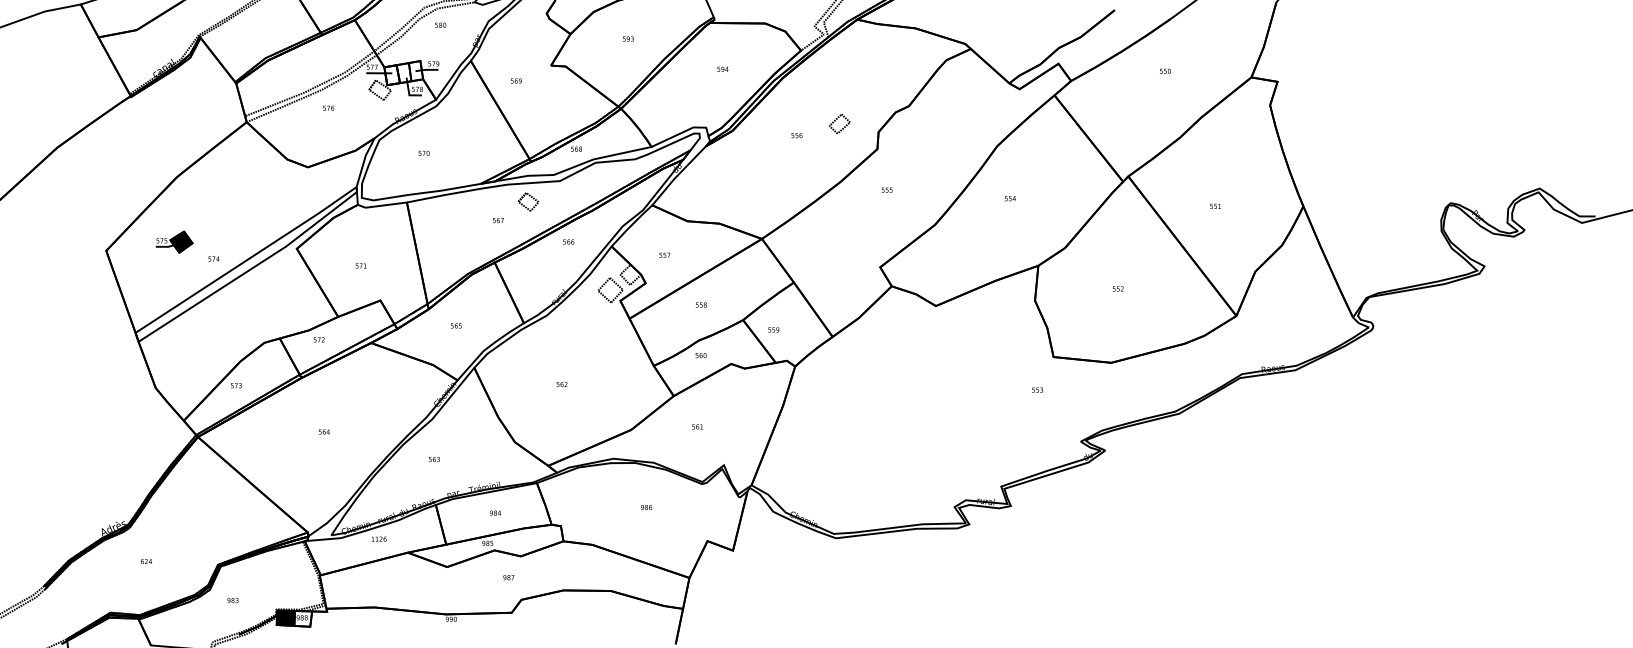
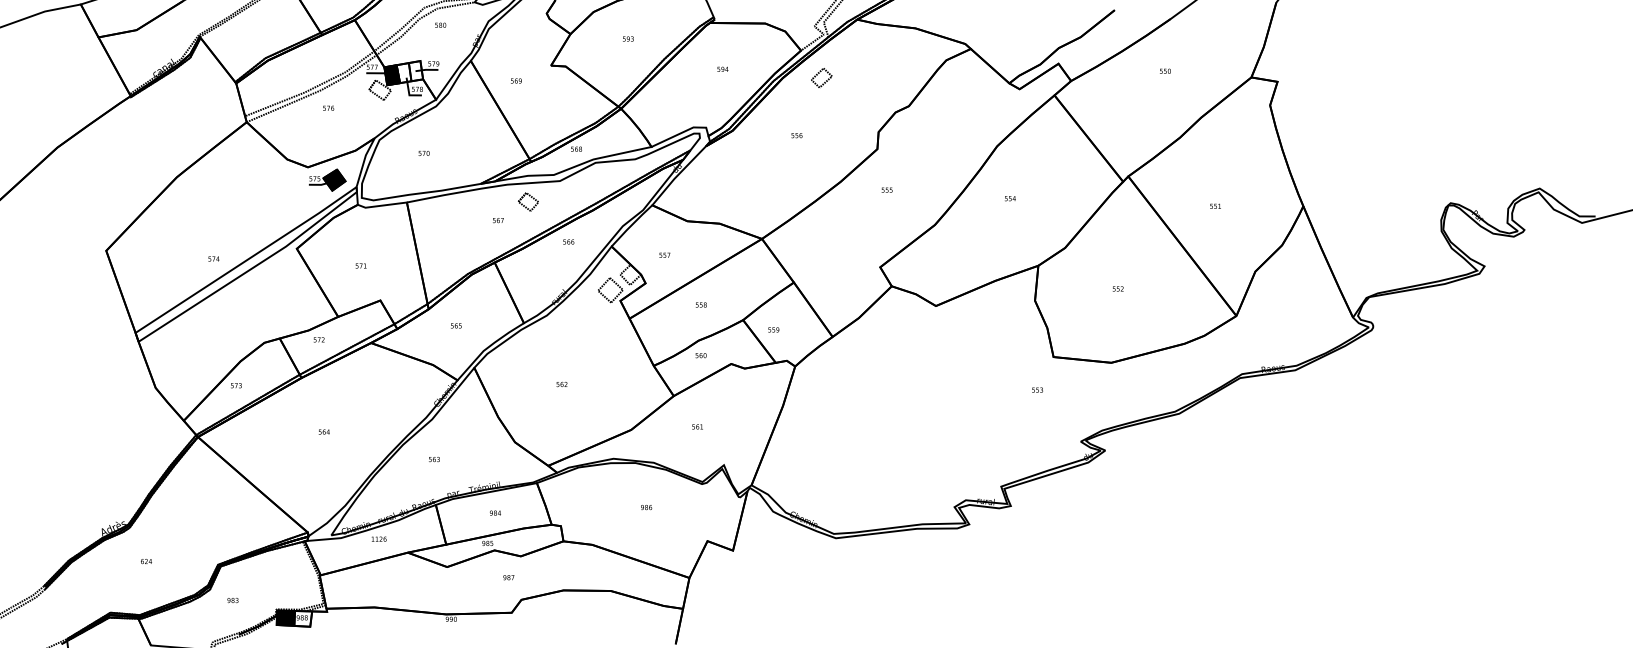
fill at (392, 75): none -> present
part at (839, 124) position: (839, 124) -> (821, 78)
part at (174, 241) position: (174, 241) -> (327, 179)
